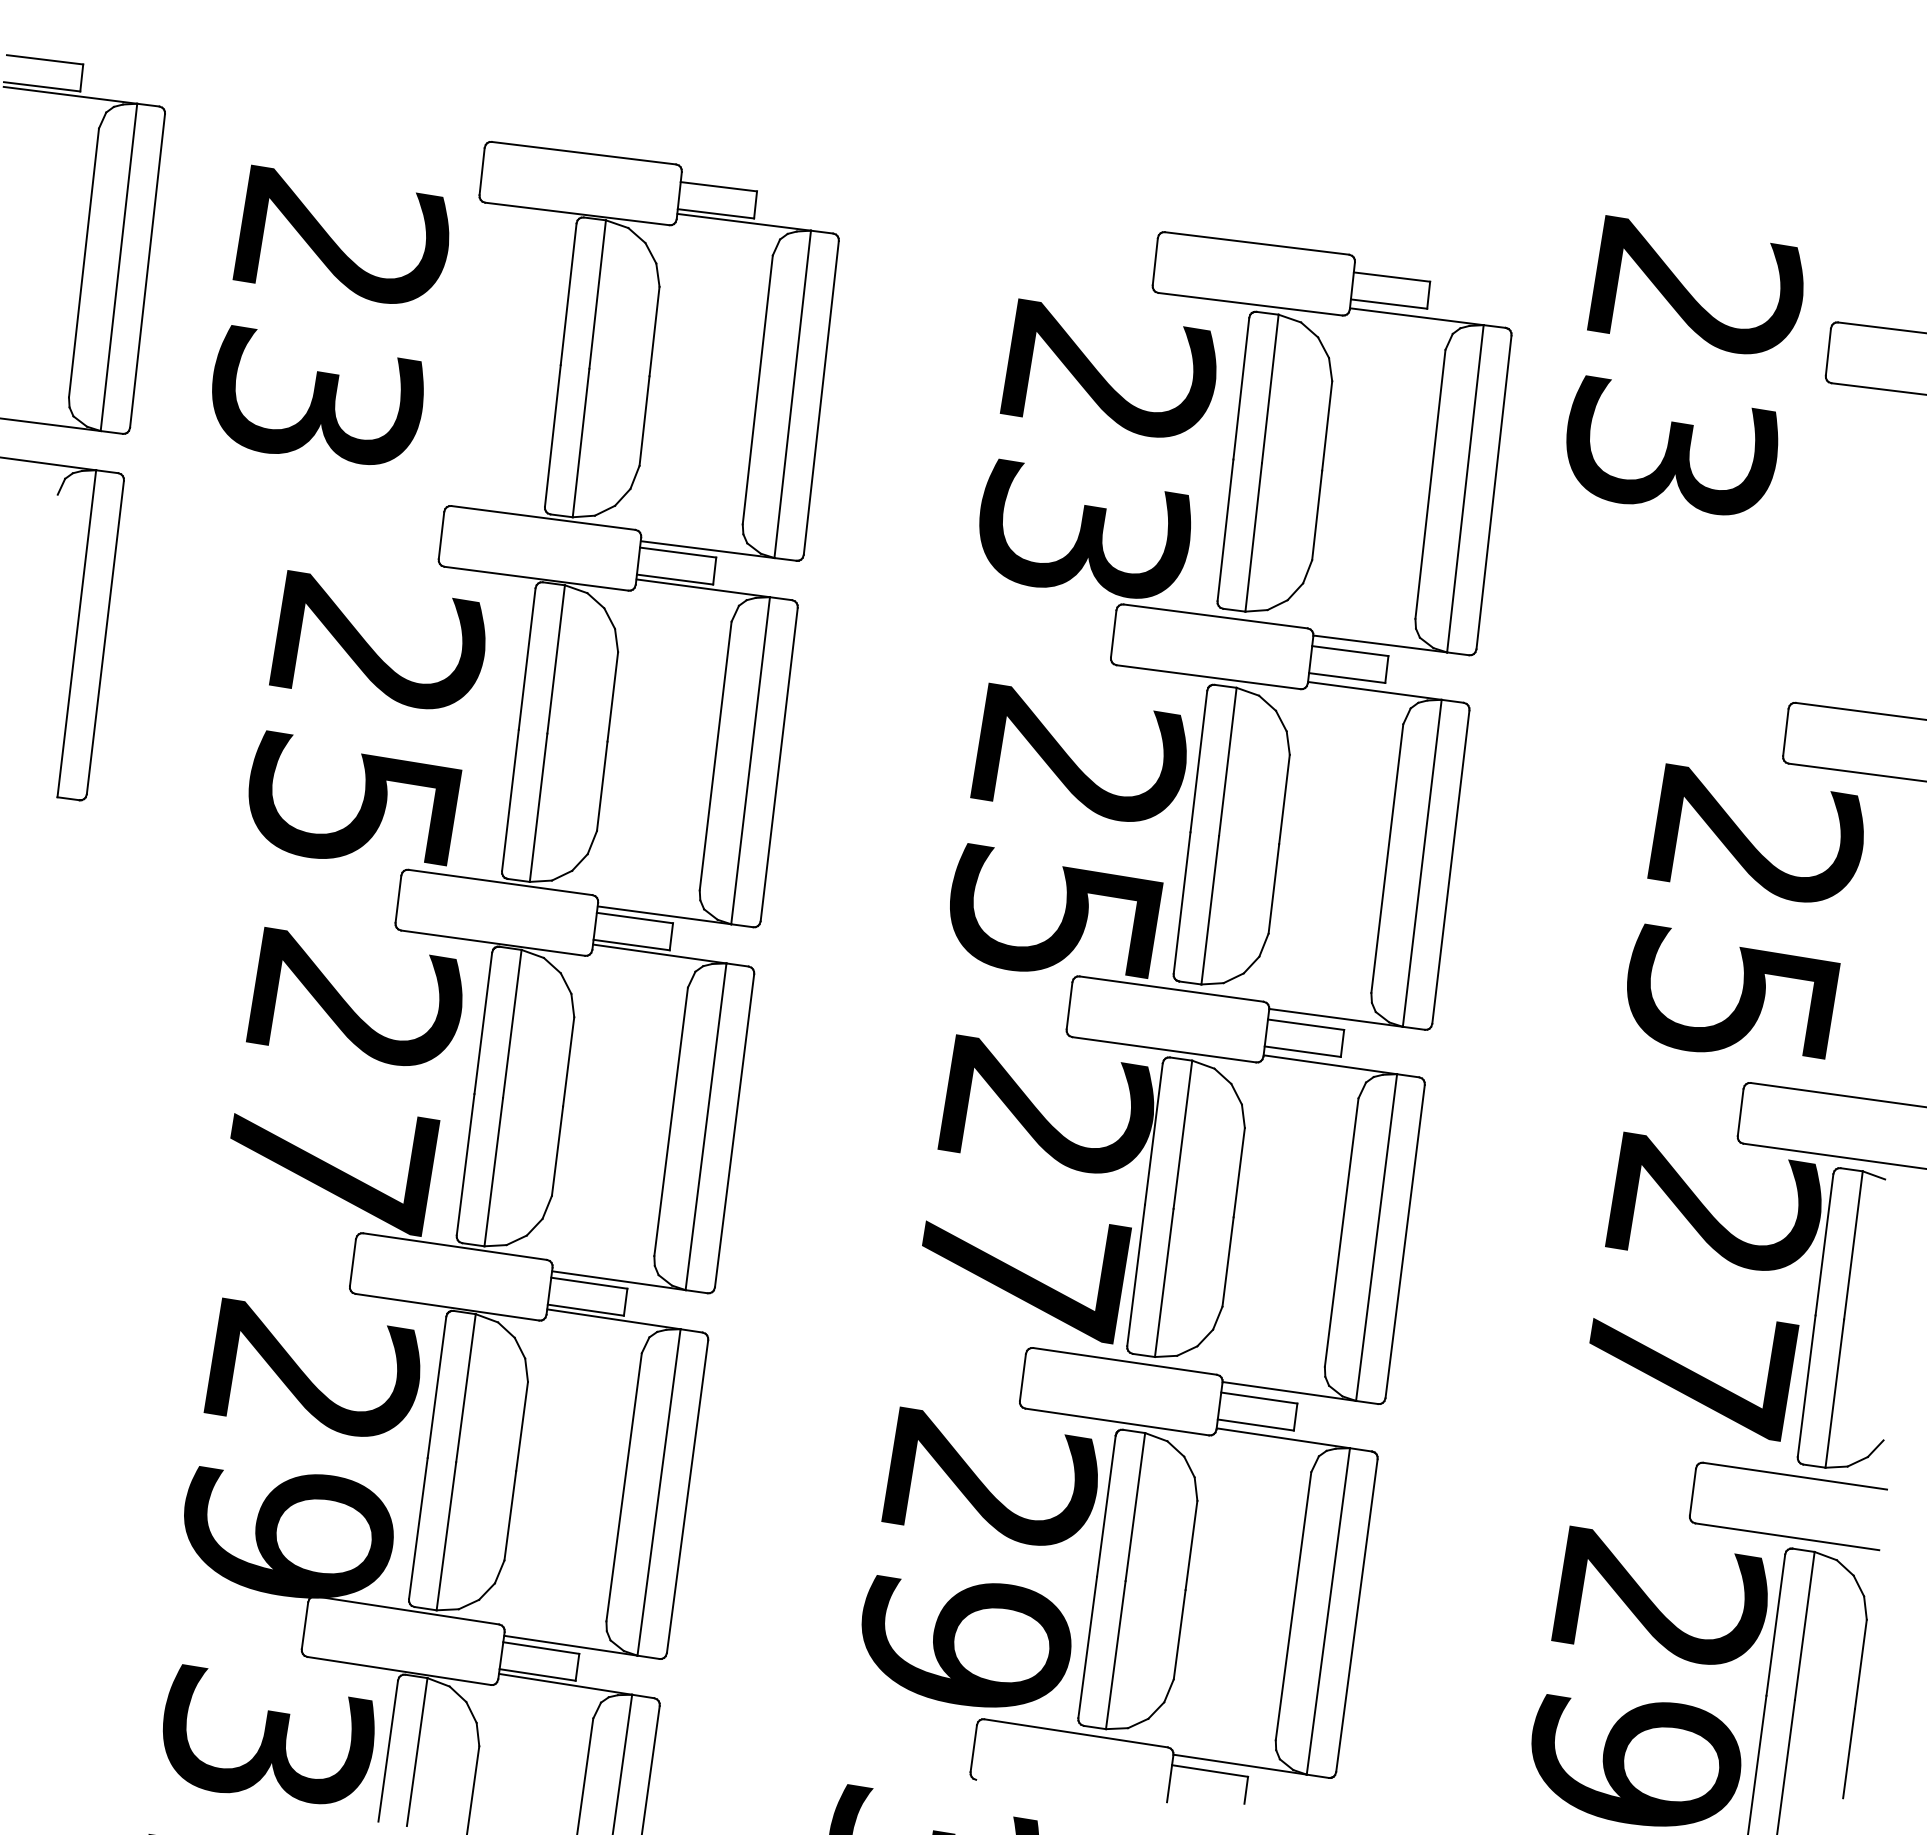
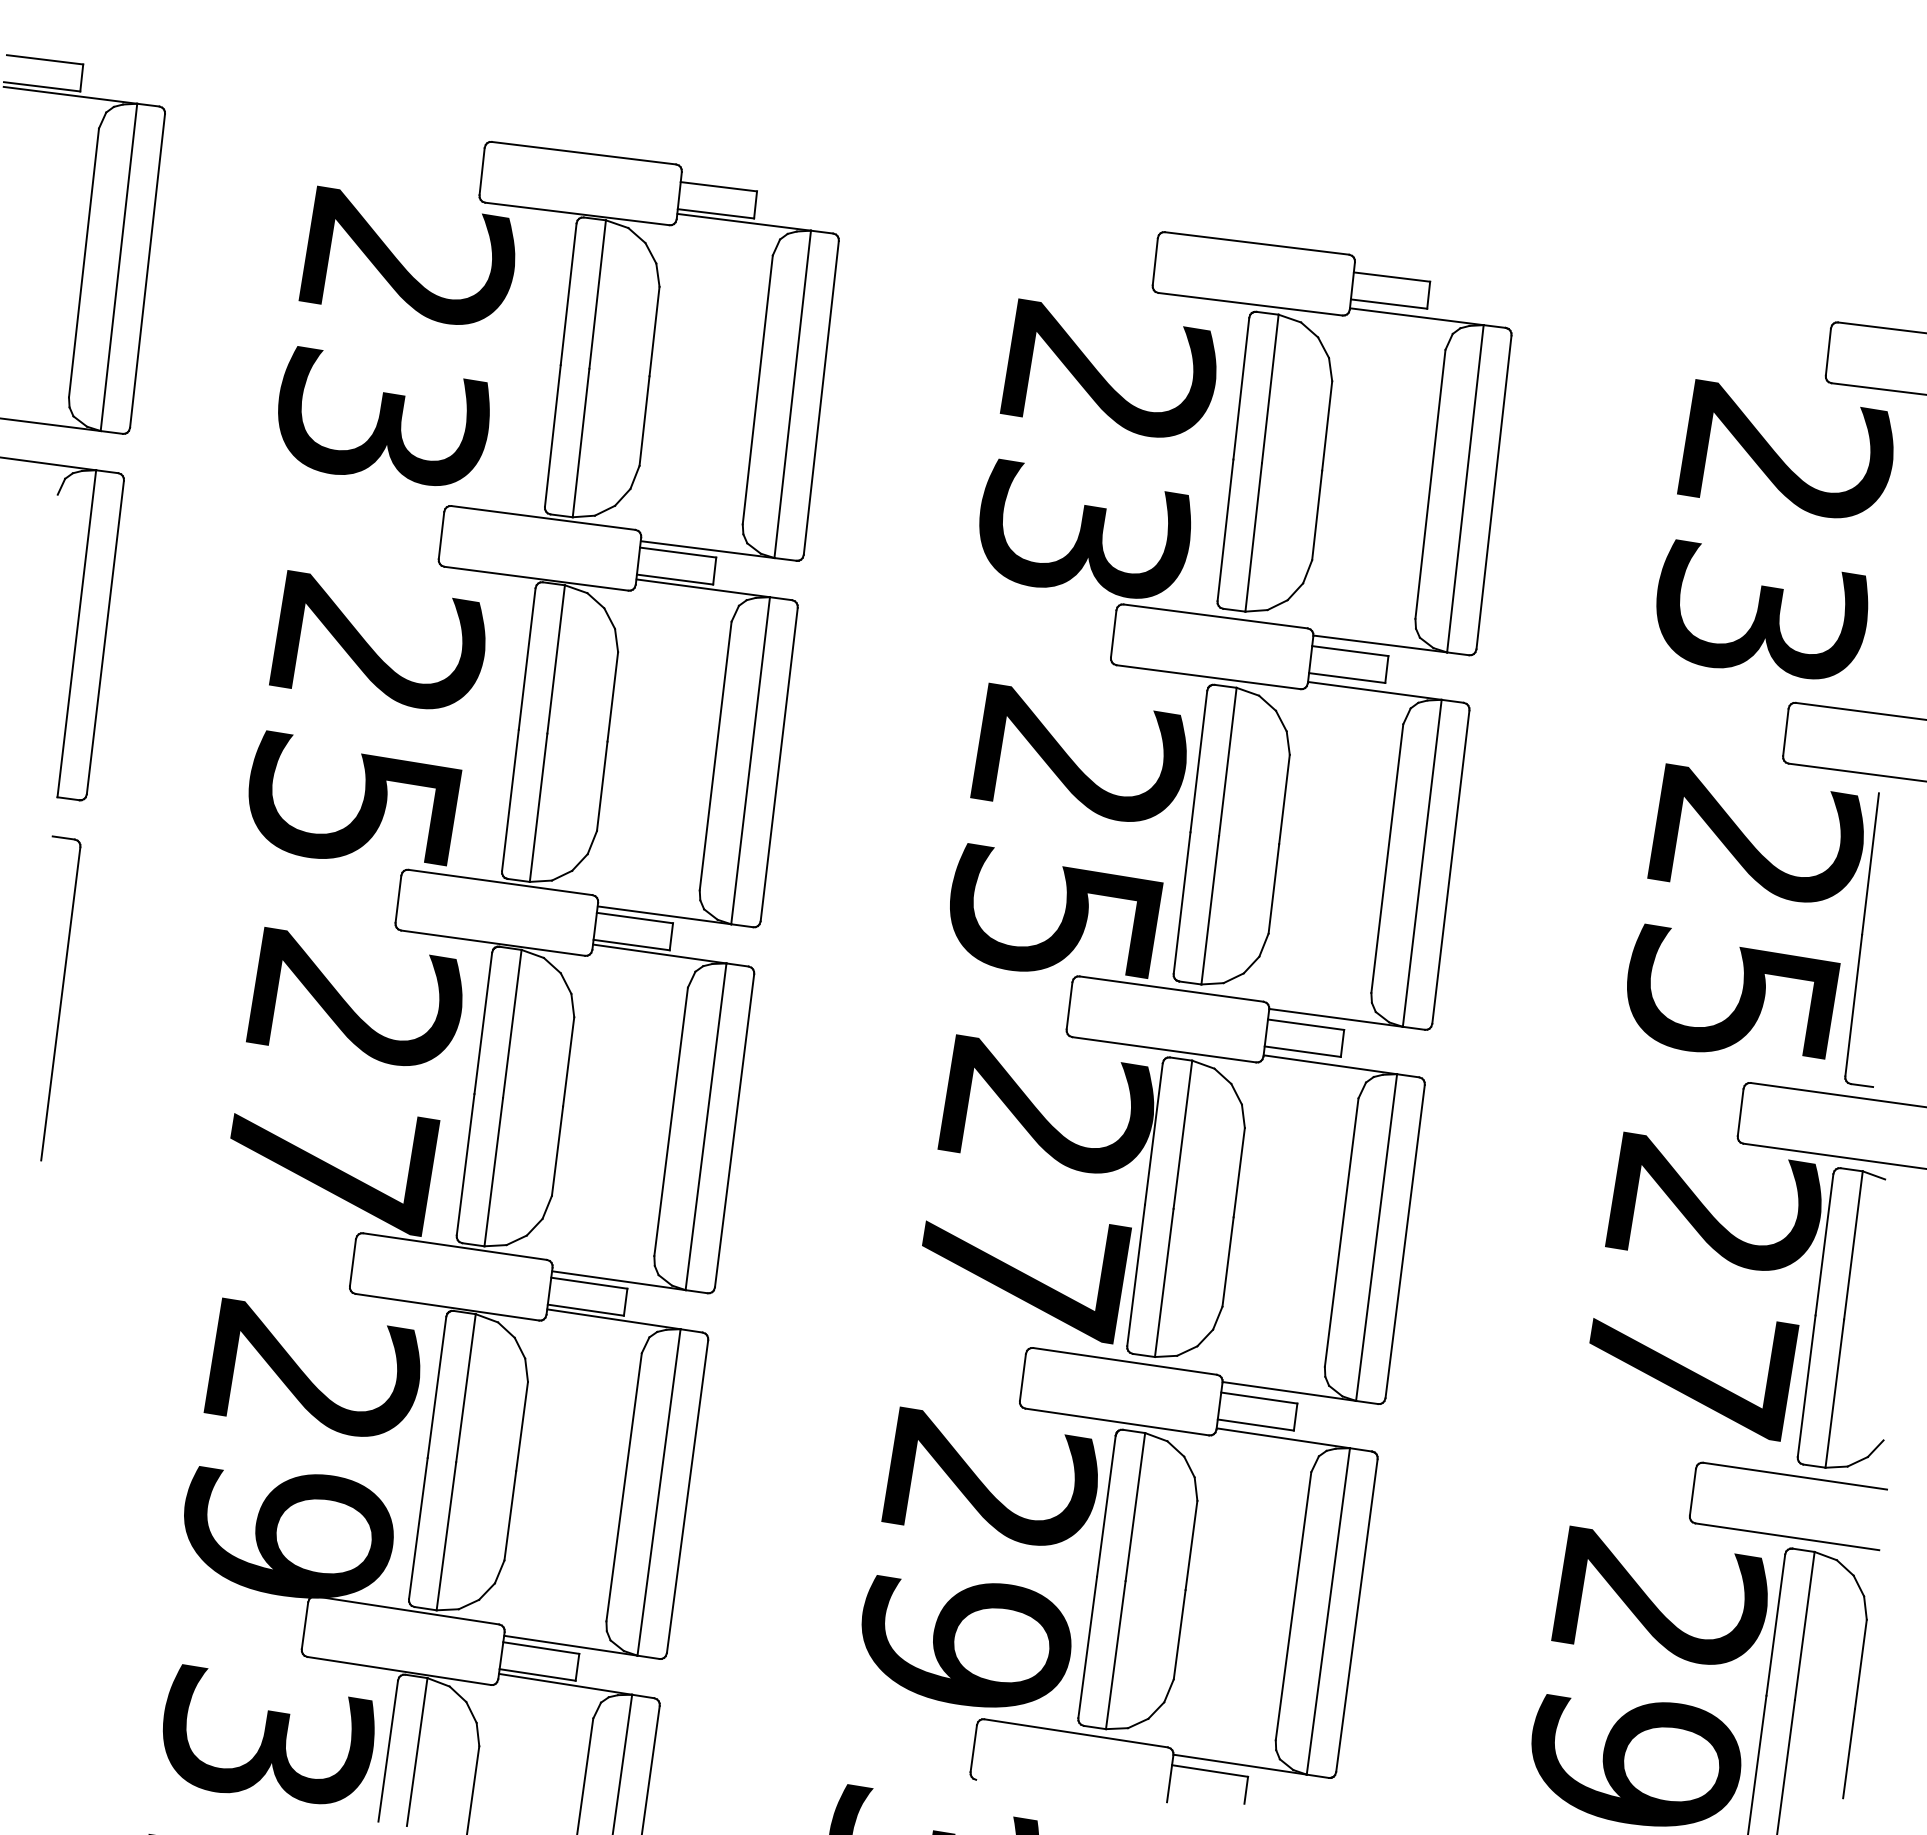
text at (330, 314) position: (330, 314) -> (396, 335)
text at (1684, 365) position: (1684, 365) -> (1774, 529)
part at (1861, 939): none -> present
part at (60, 998): none -> present
